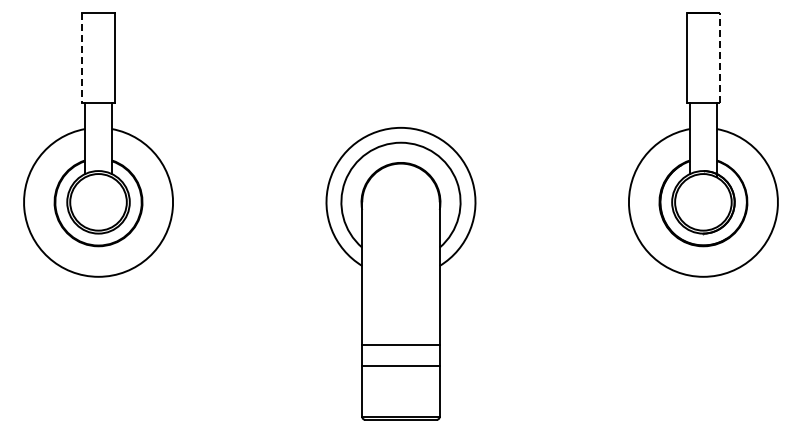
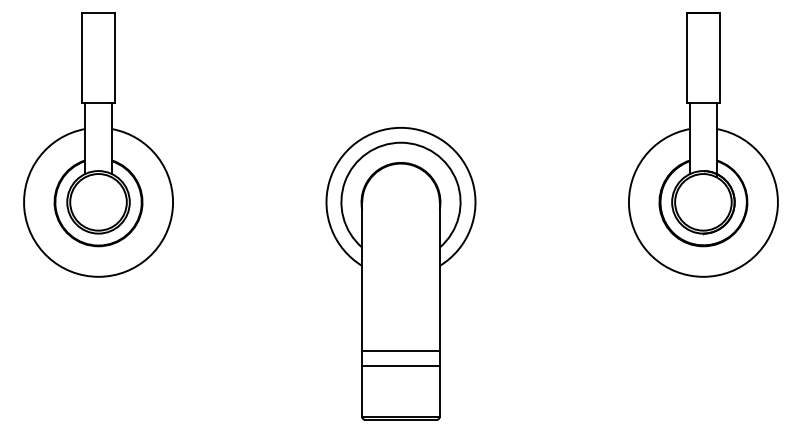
line at (82, 57): dashed -> solid
line at (719, 57): dashed -> solid
line at (400, 345) position: (400, 345) -> (400, 351)
